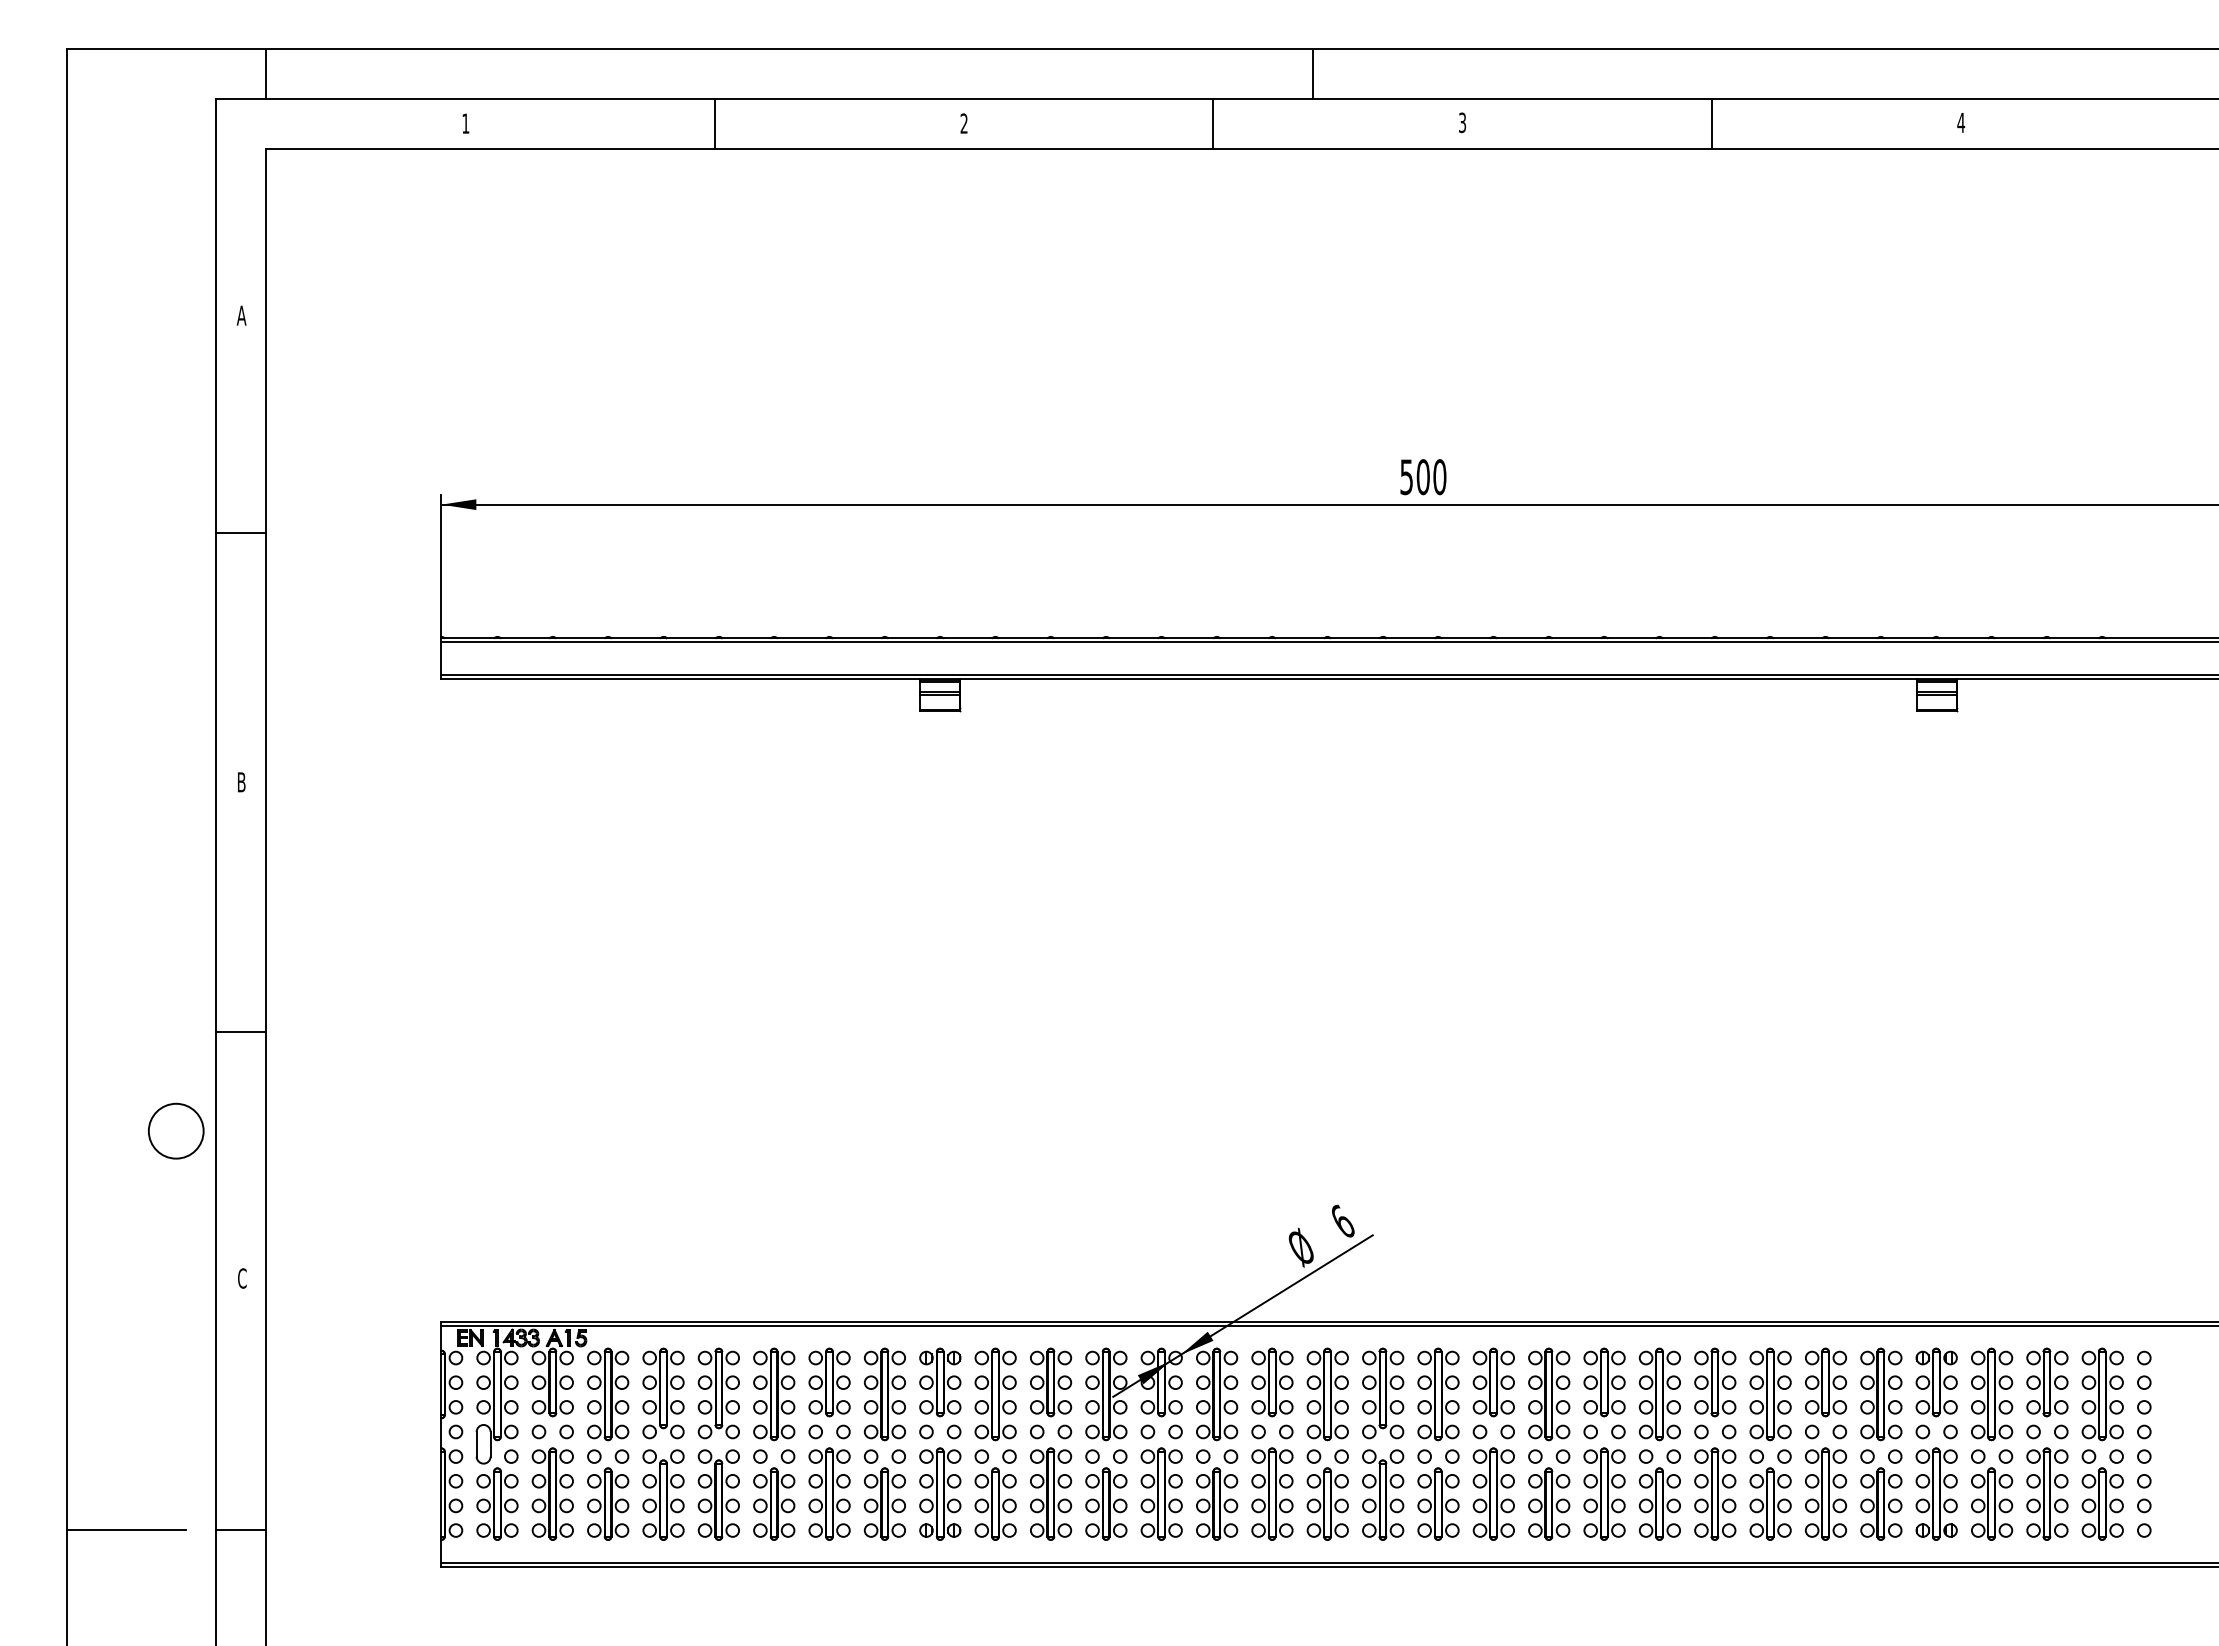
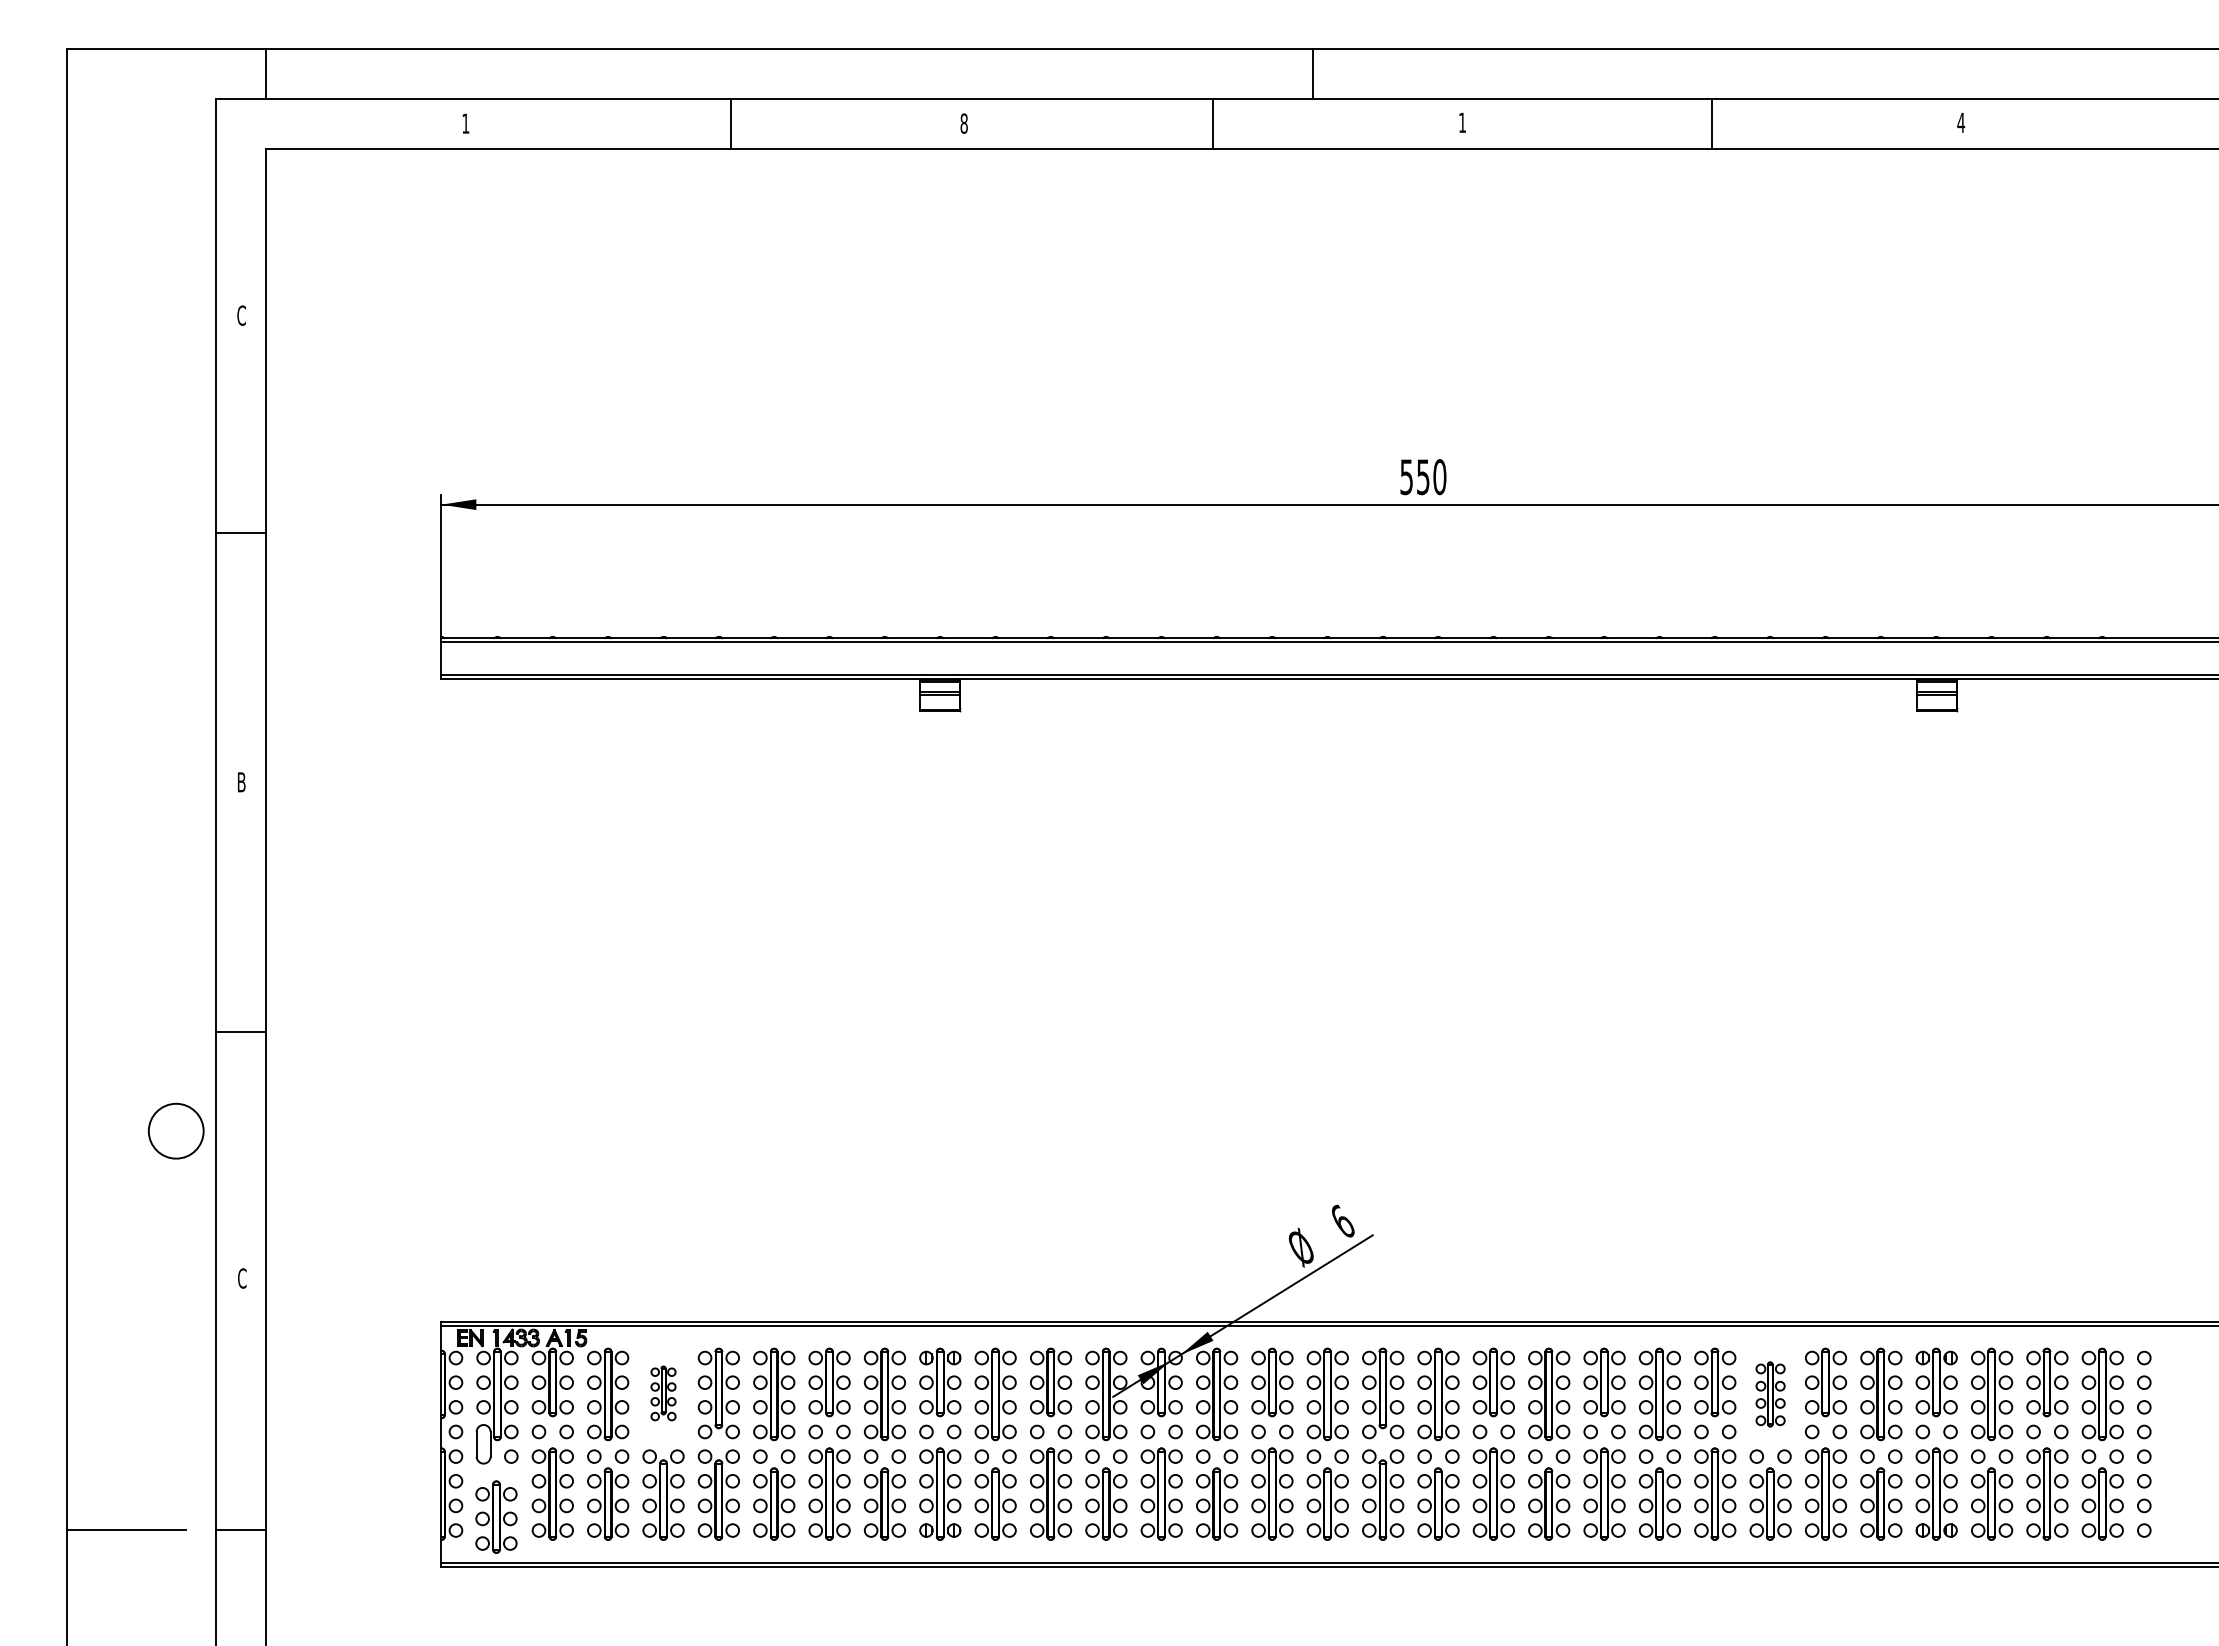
text at (1462, 122): 3 -> 1
text at (963, 123): 2 -> 8
line at (714, 124) position: (714, 124) -> (730, 124)
text at (241, 315): A -> C
text at (1422, 477): 500 -> 550
part at (663, 1393) size: 43x93 px -> 27x57 px
part at (1770, 1394) size: 43x95 px -> 31x67 px
part at (497, 1503) position: (497, 1503) -> (496, 1516)
